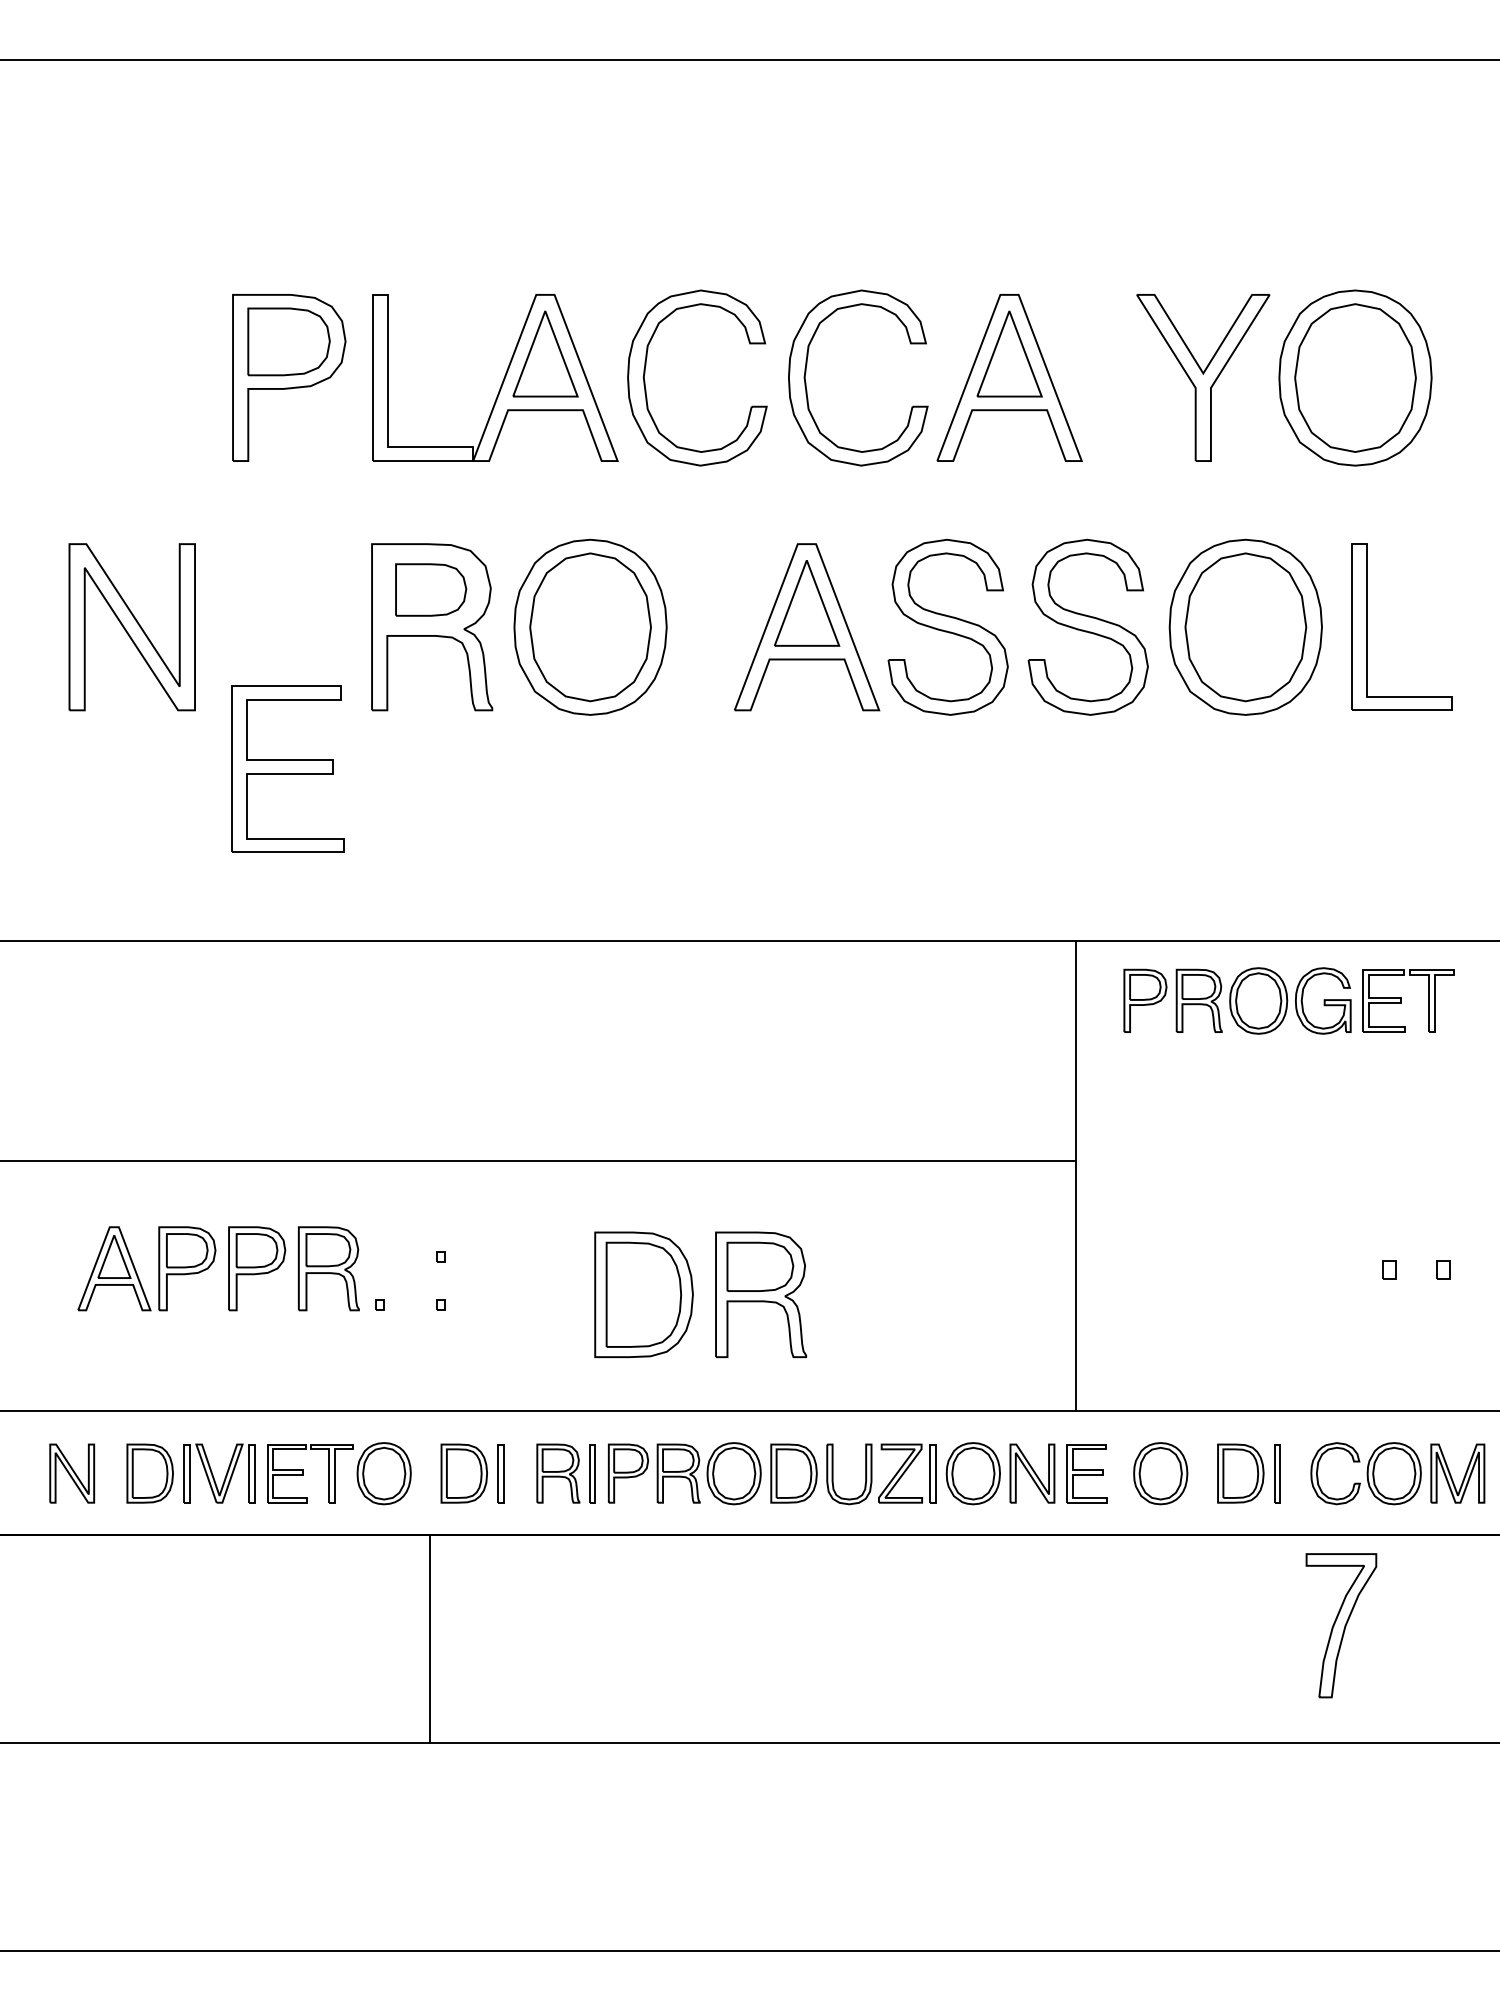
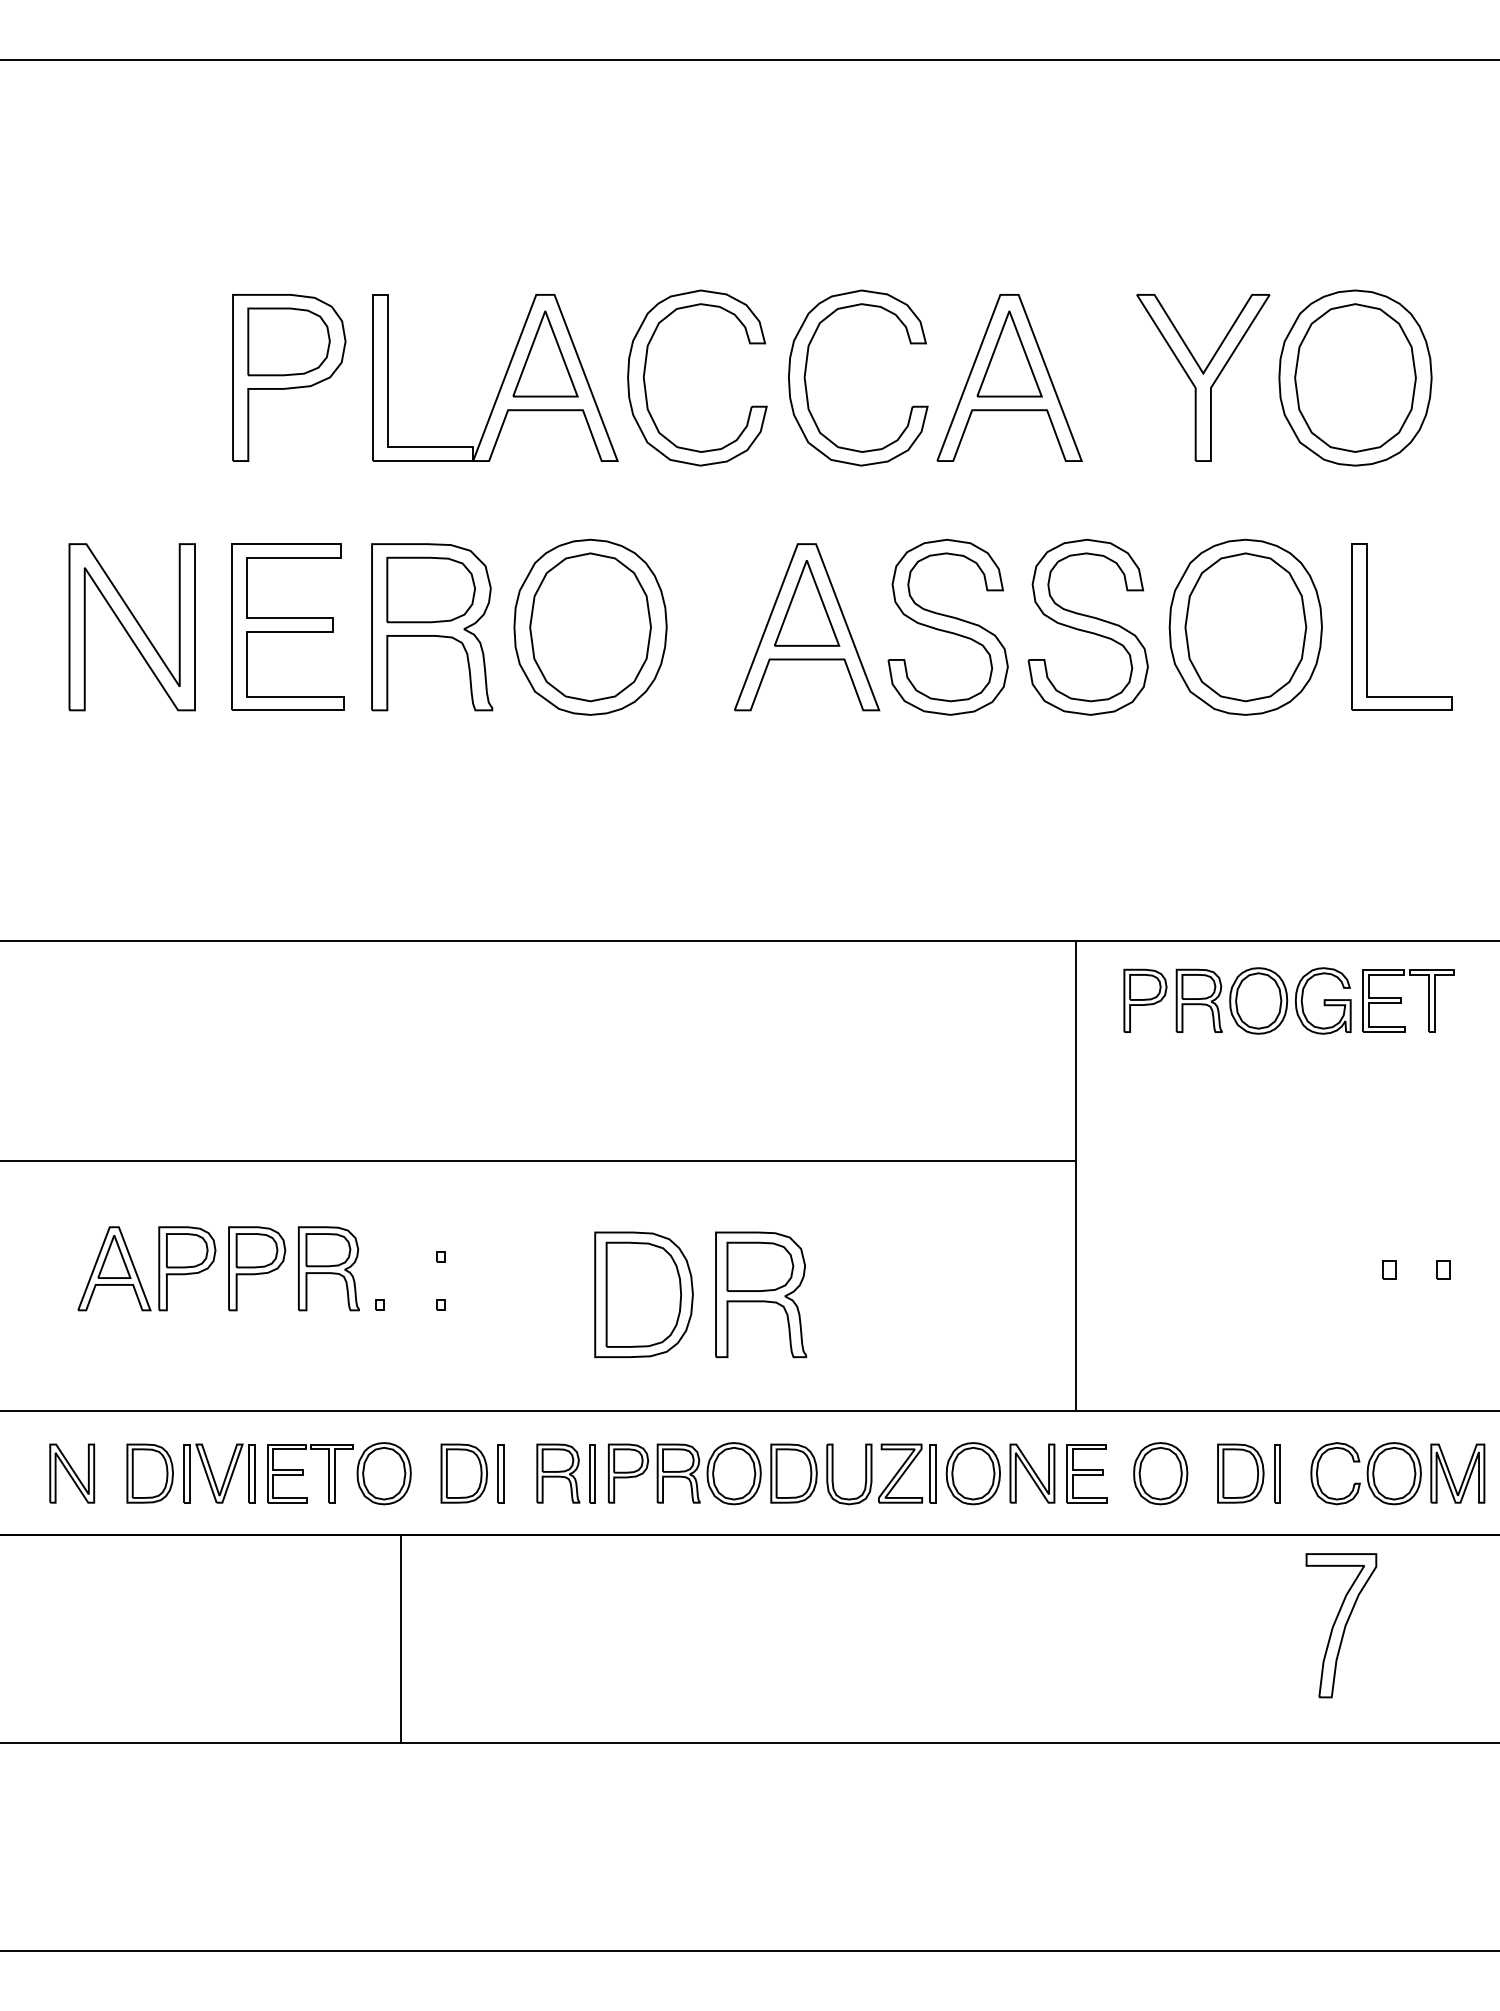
part at (431, 589) size: 73x54 px -> 90x68 px
part at (287, 768) position: (287, 768) -> (287, 626)
line at (429, 1638) position: (429, 1638) -> (400, 1638)
